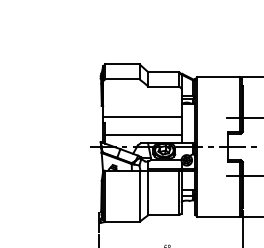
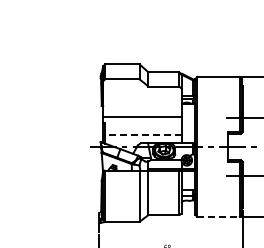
line at (142, 135): solid -> dashed
line at (219, 216): solid -> dashed
